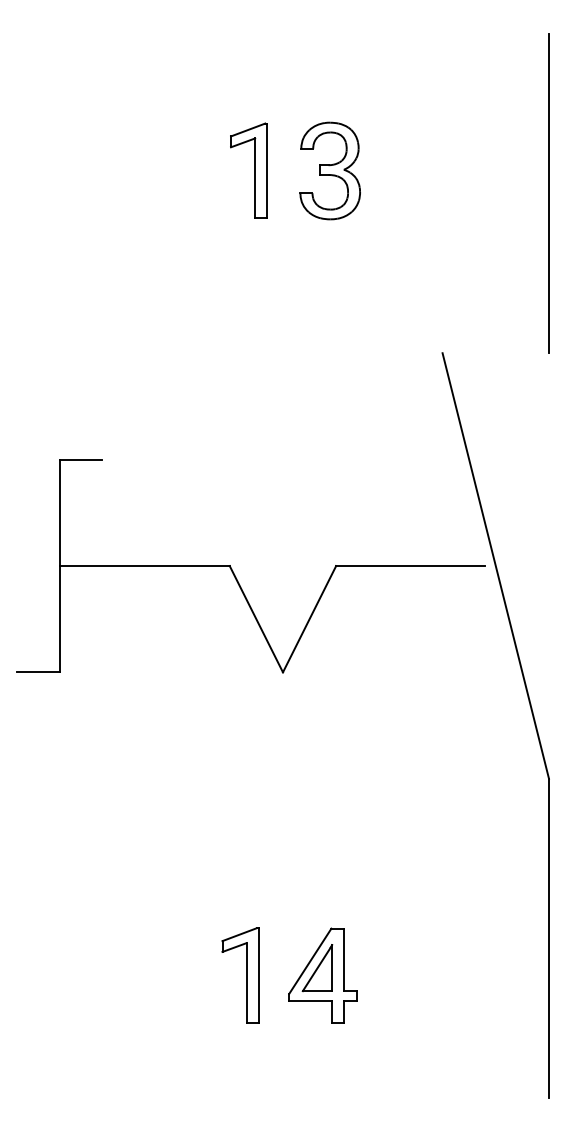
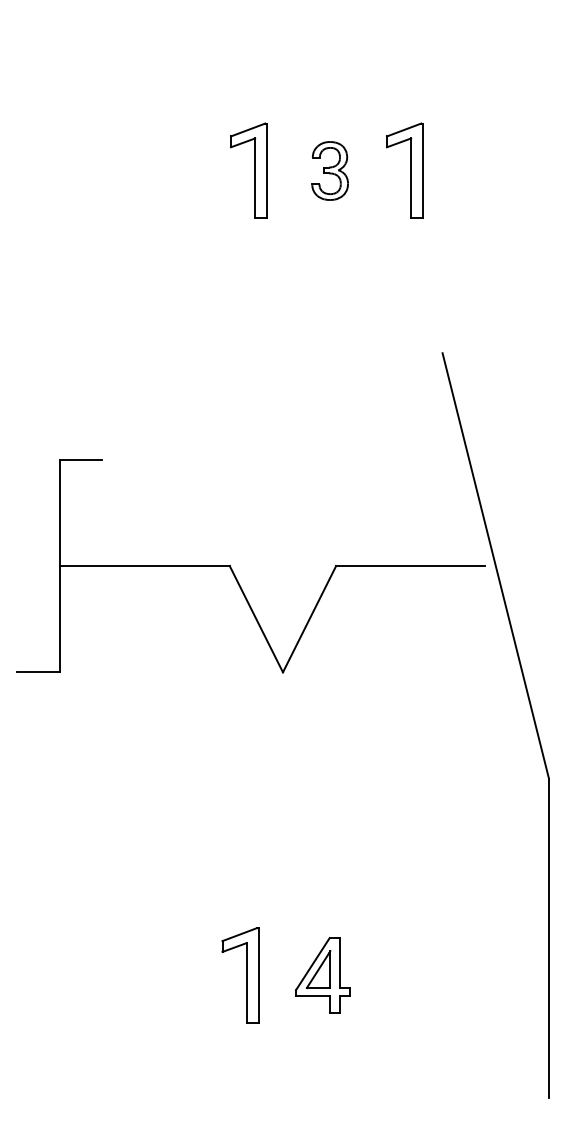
part at (329, 170) size: 62x100 px -> 38x60 px
part at (404, 170): none -> present
line at (548, 193): present -> none
part at (322, 975) size: 70x97 px -> 56x77 px
